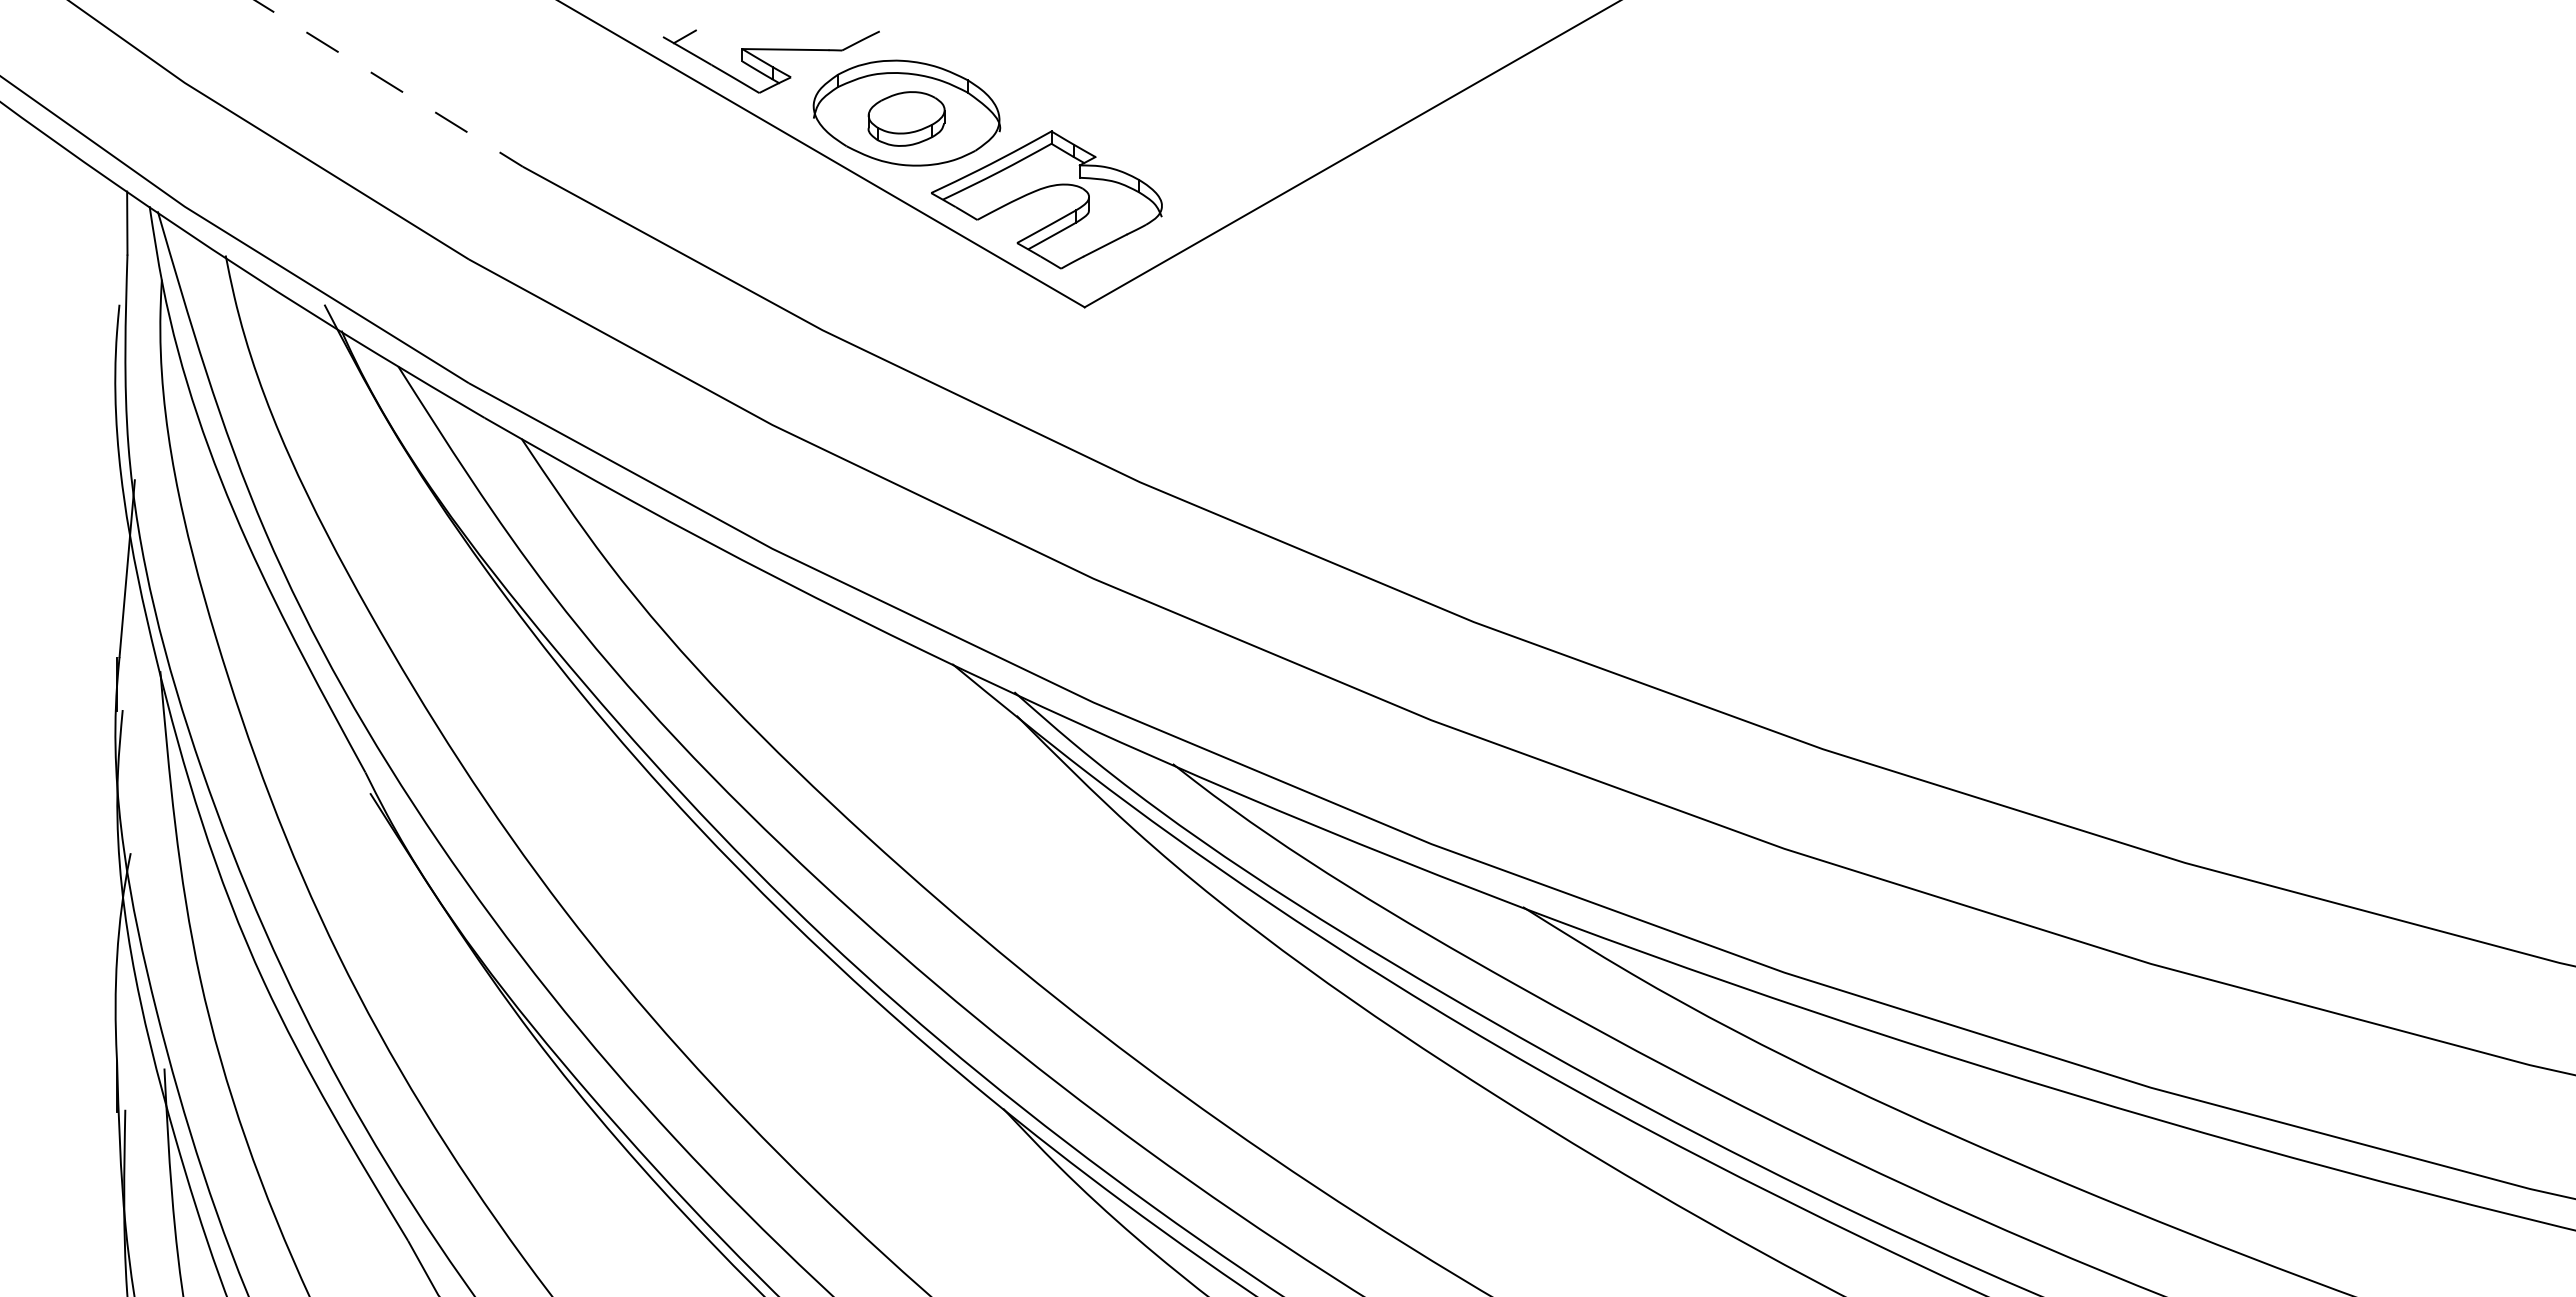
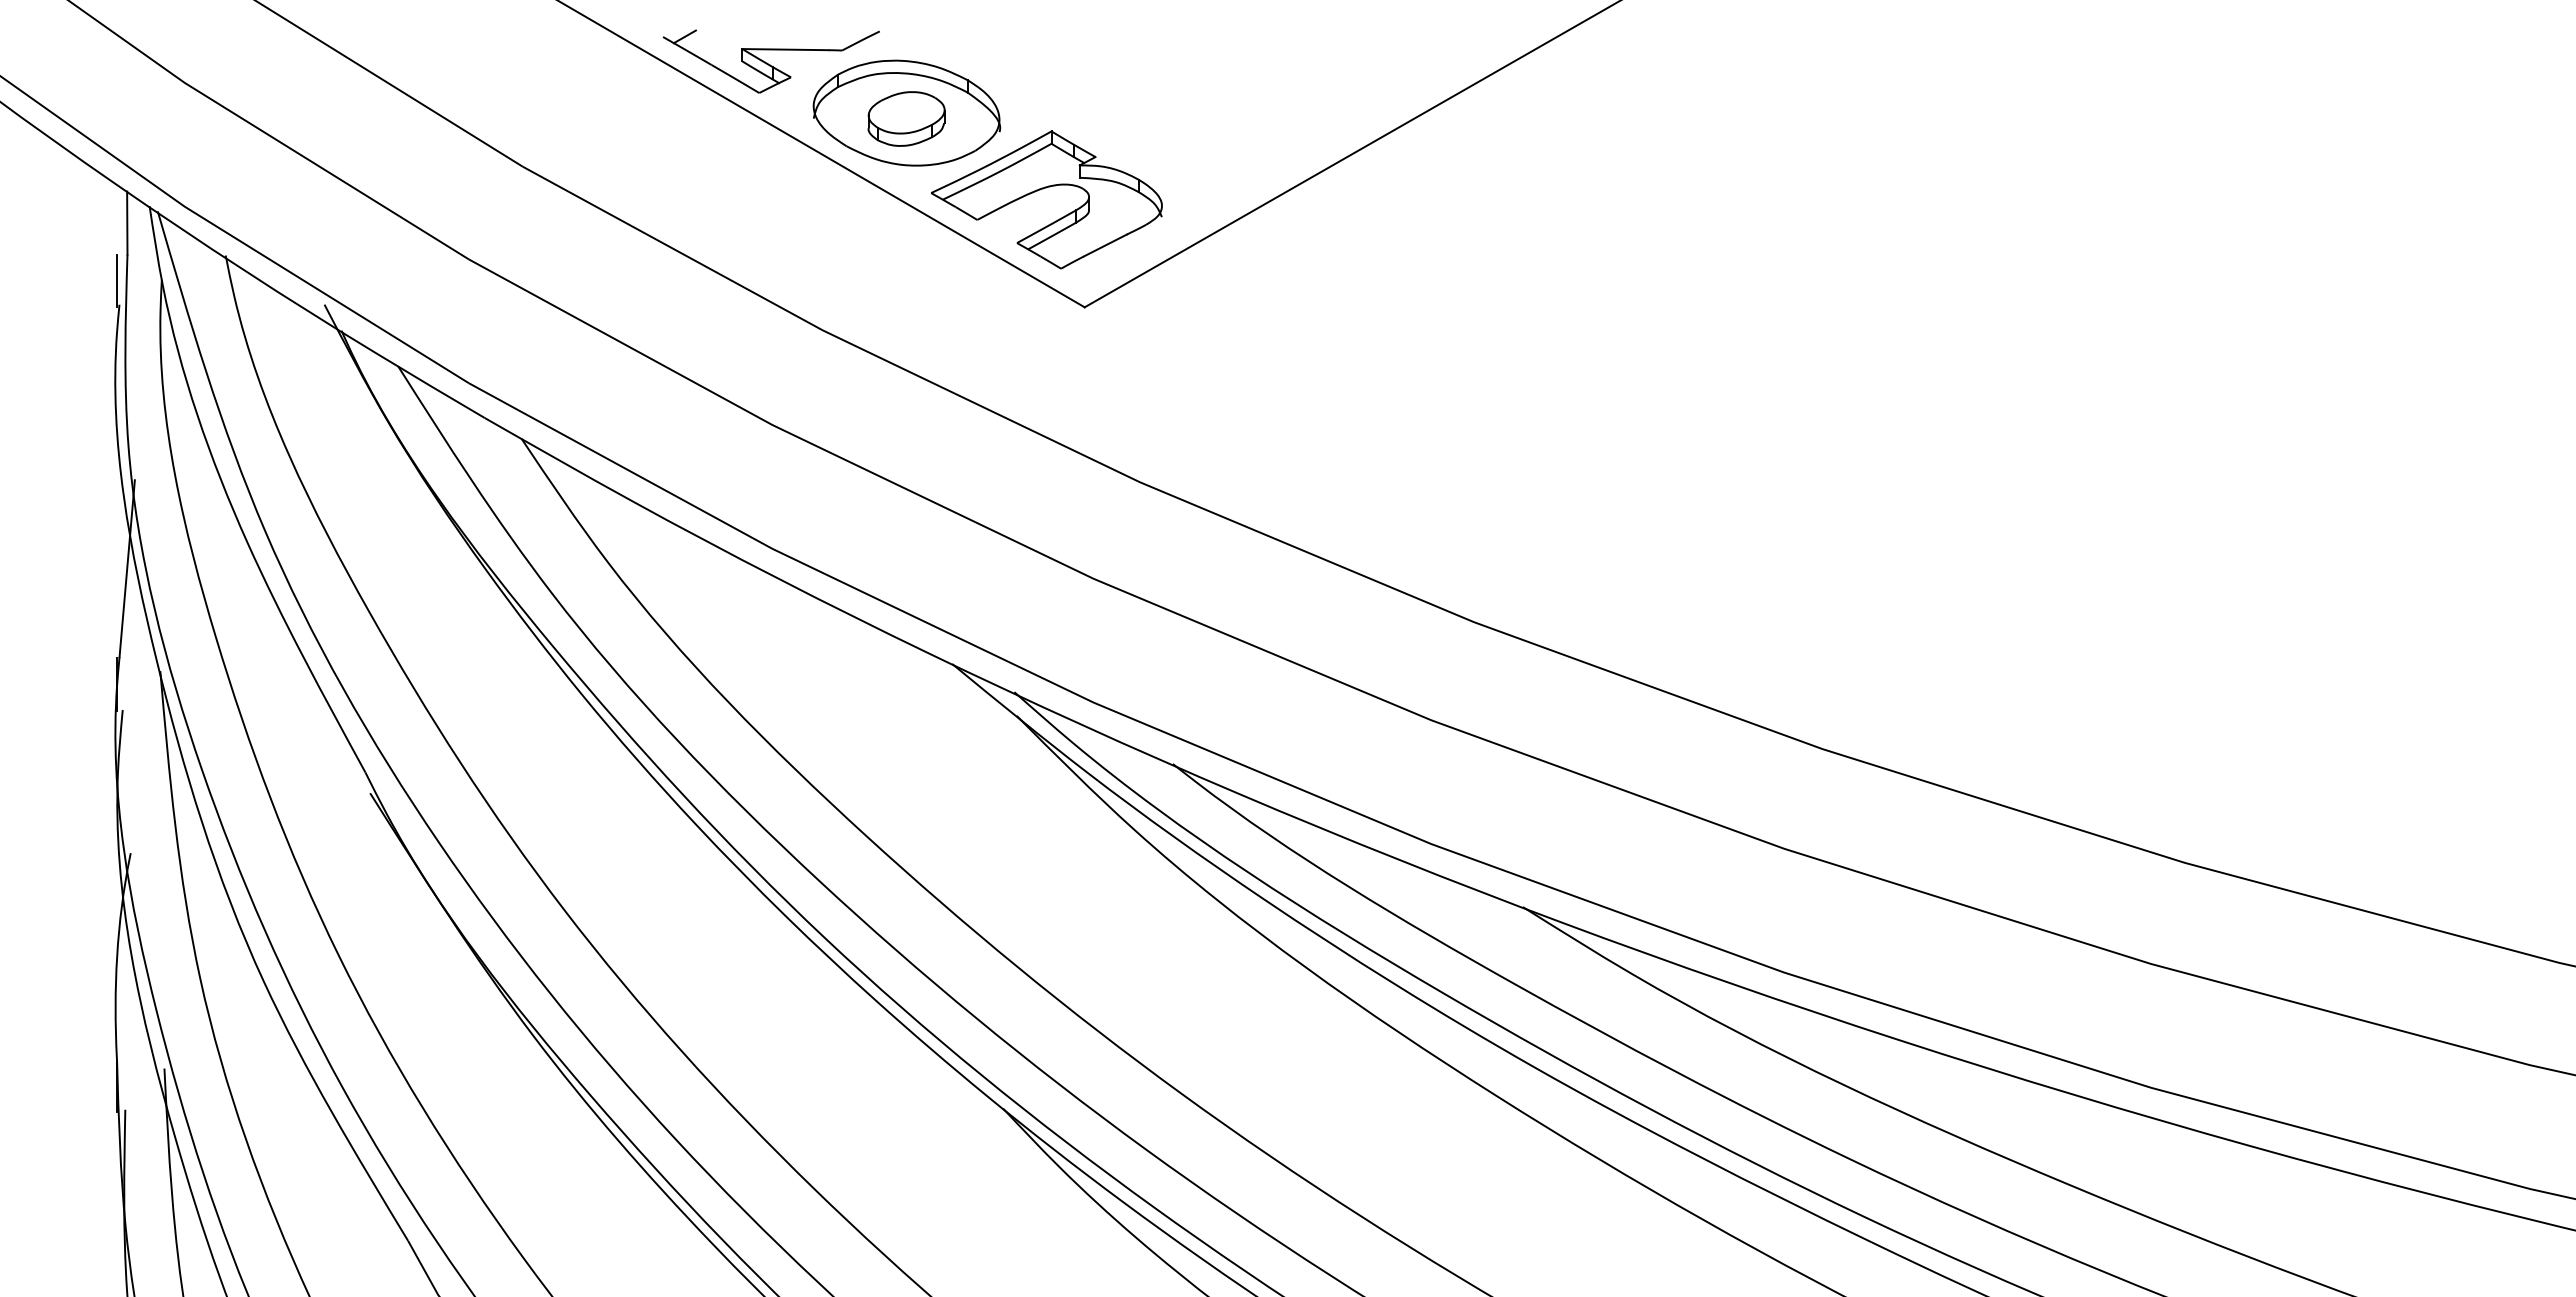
line at (388, 83): dashed -> solid
line at (116, 281): none -> present
